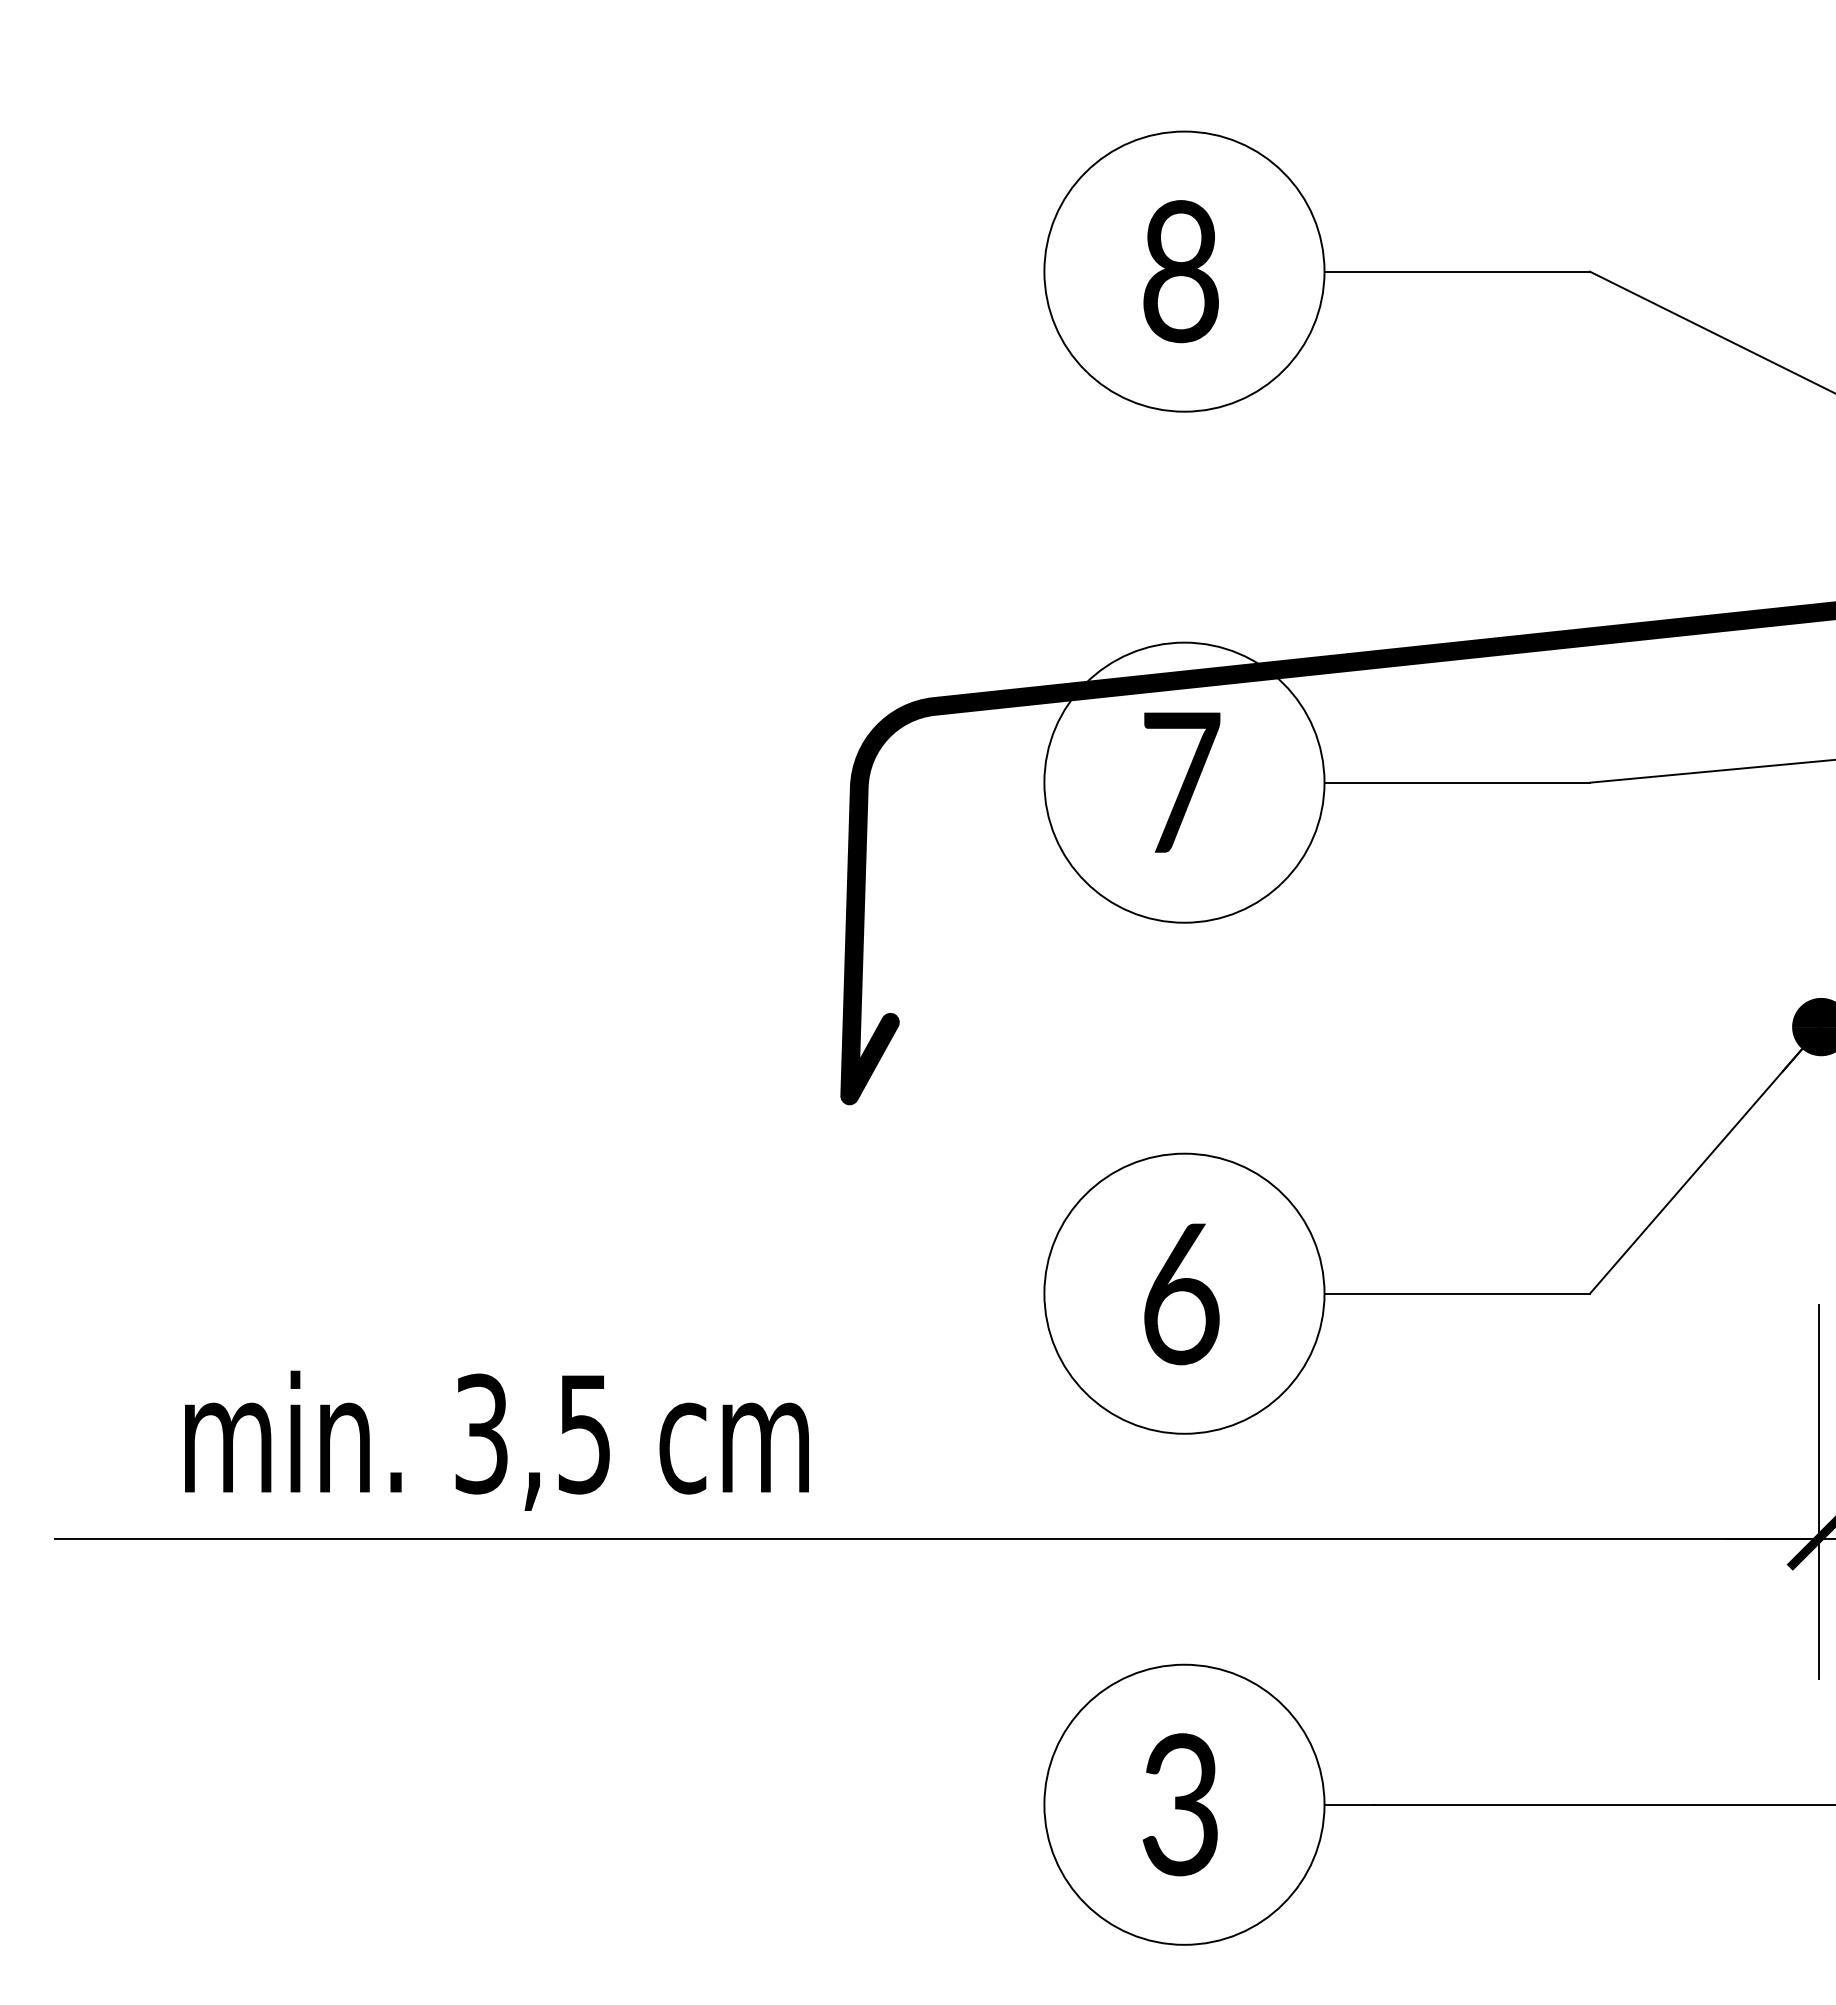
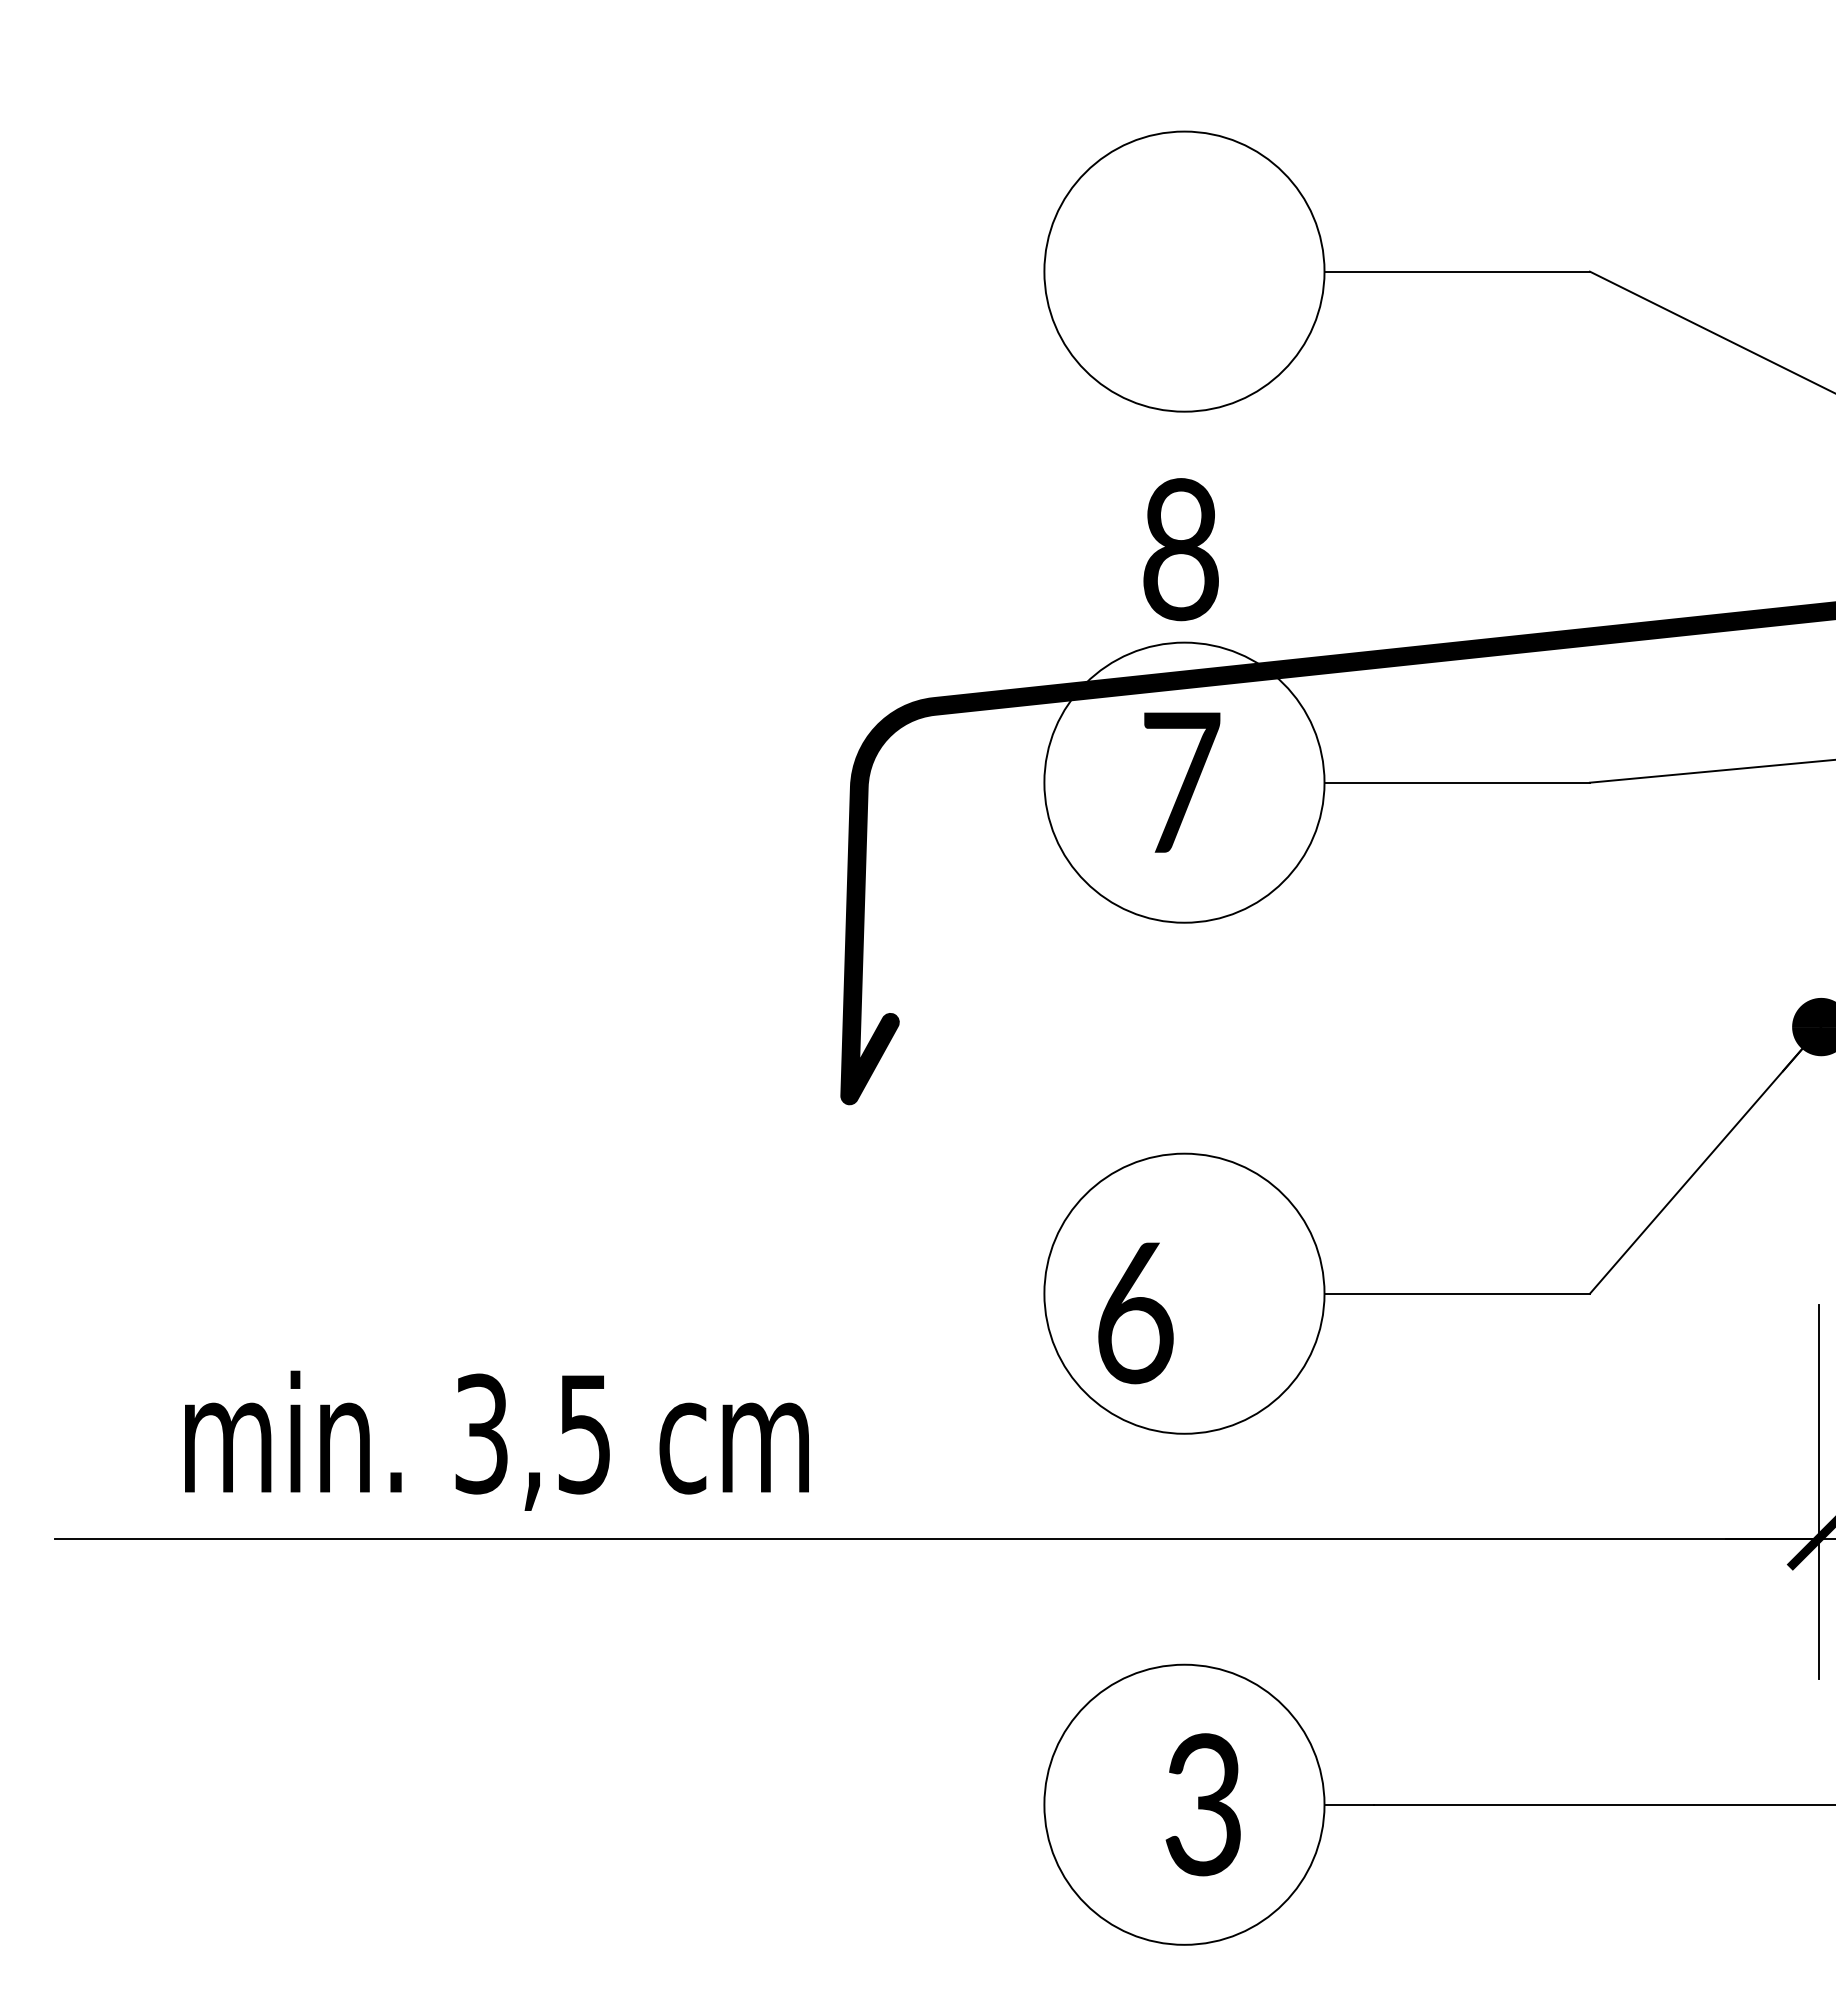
text at (1180, 271) position: (1180, 271) -> (1180, 549)
text at (1181, 1294) position: (1181, 1294) -> (1135, 1313)
text at (1179, 1804) position: (1179, 1804) -> (1202, 1804)
